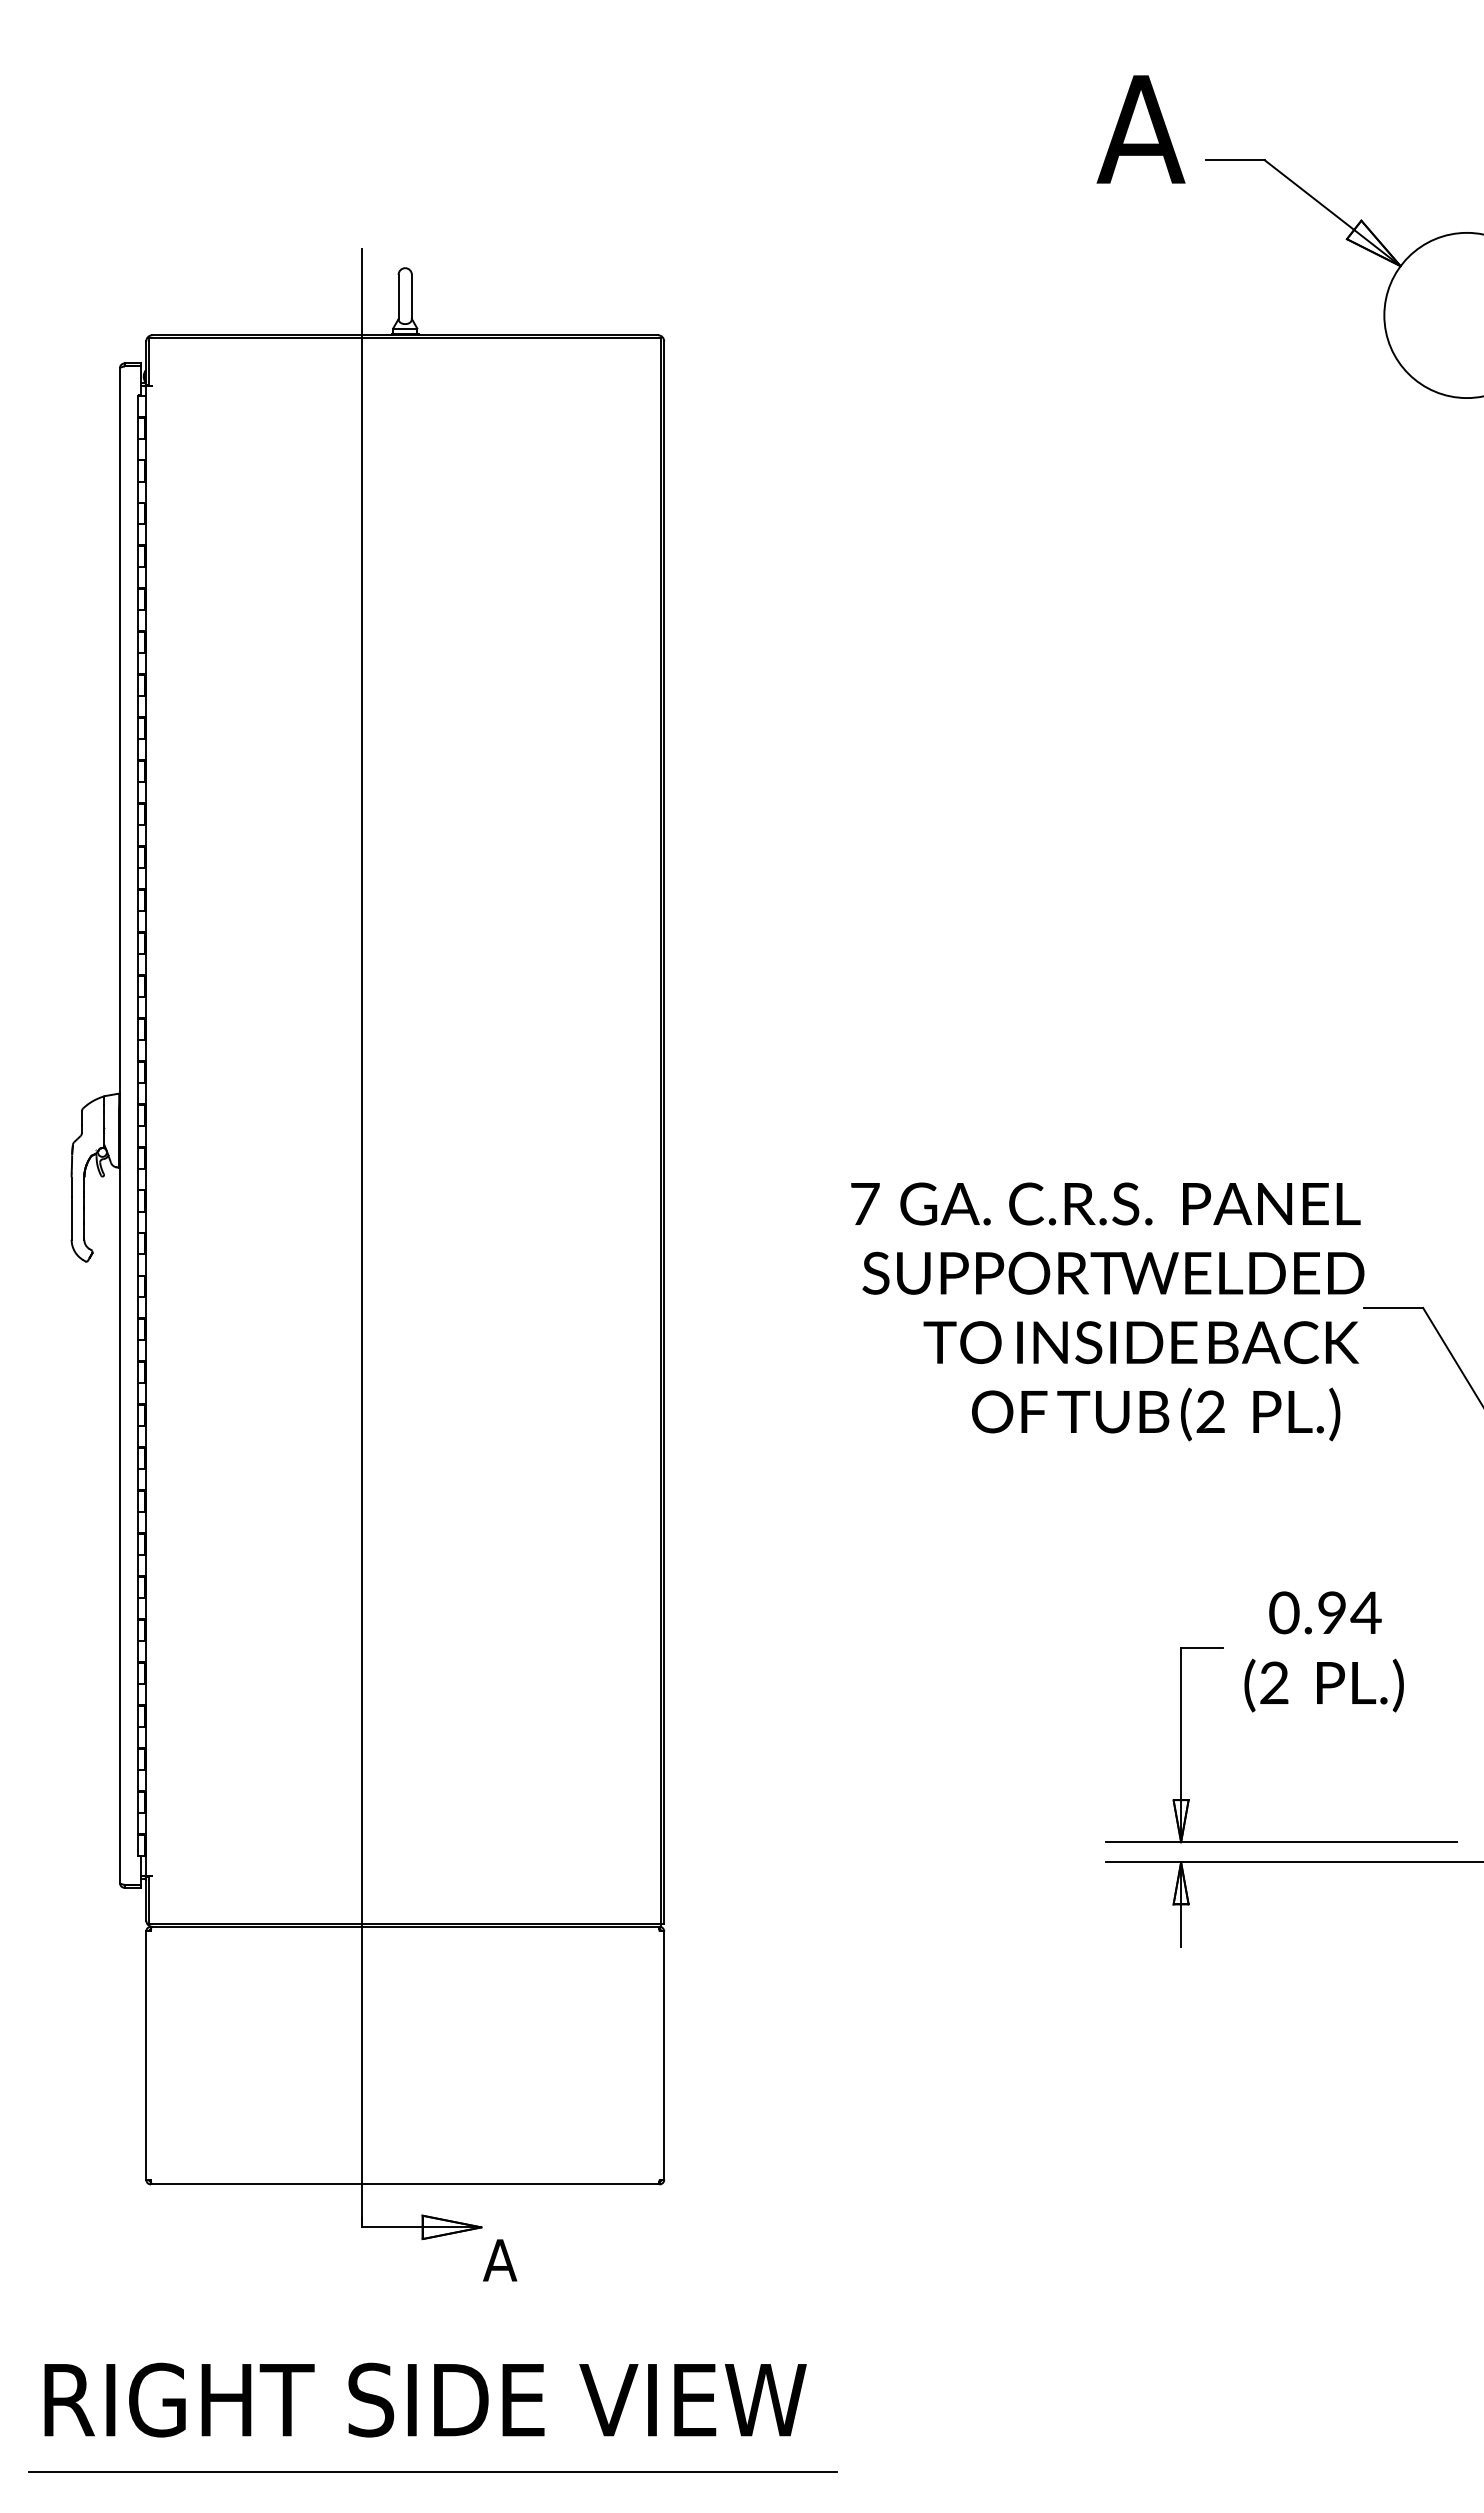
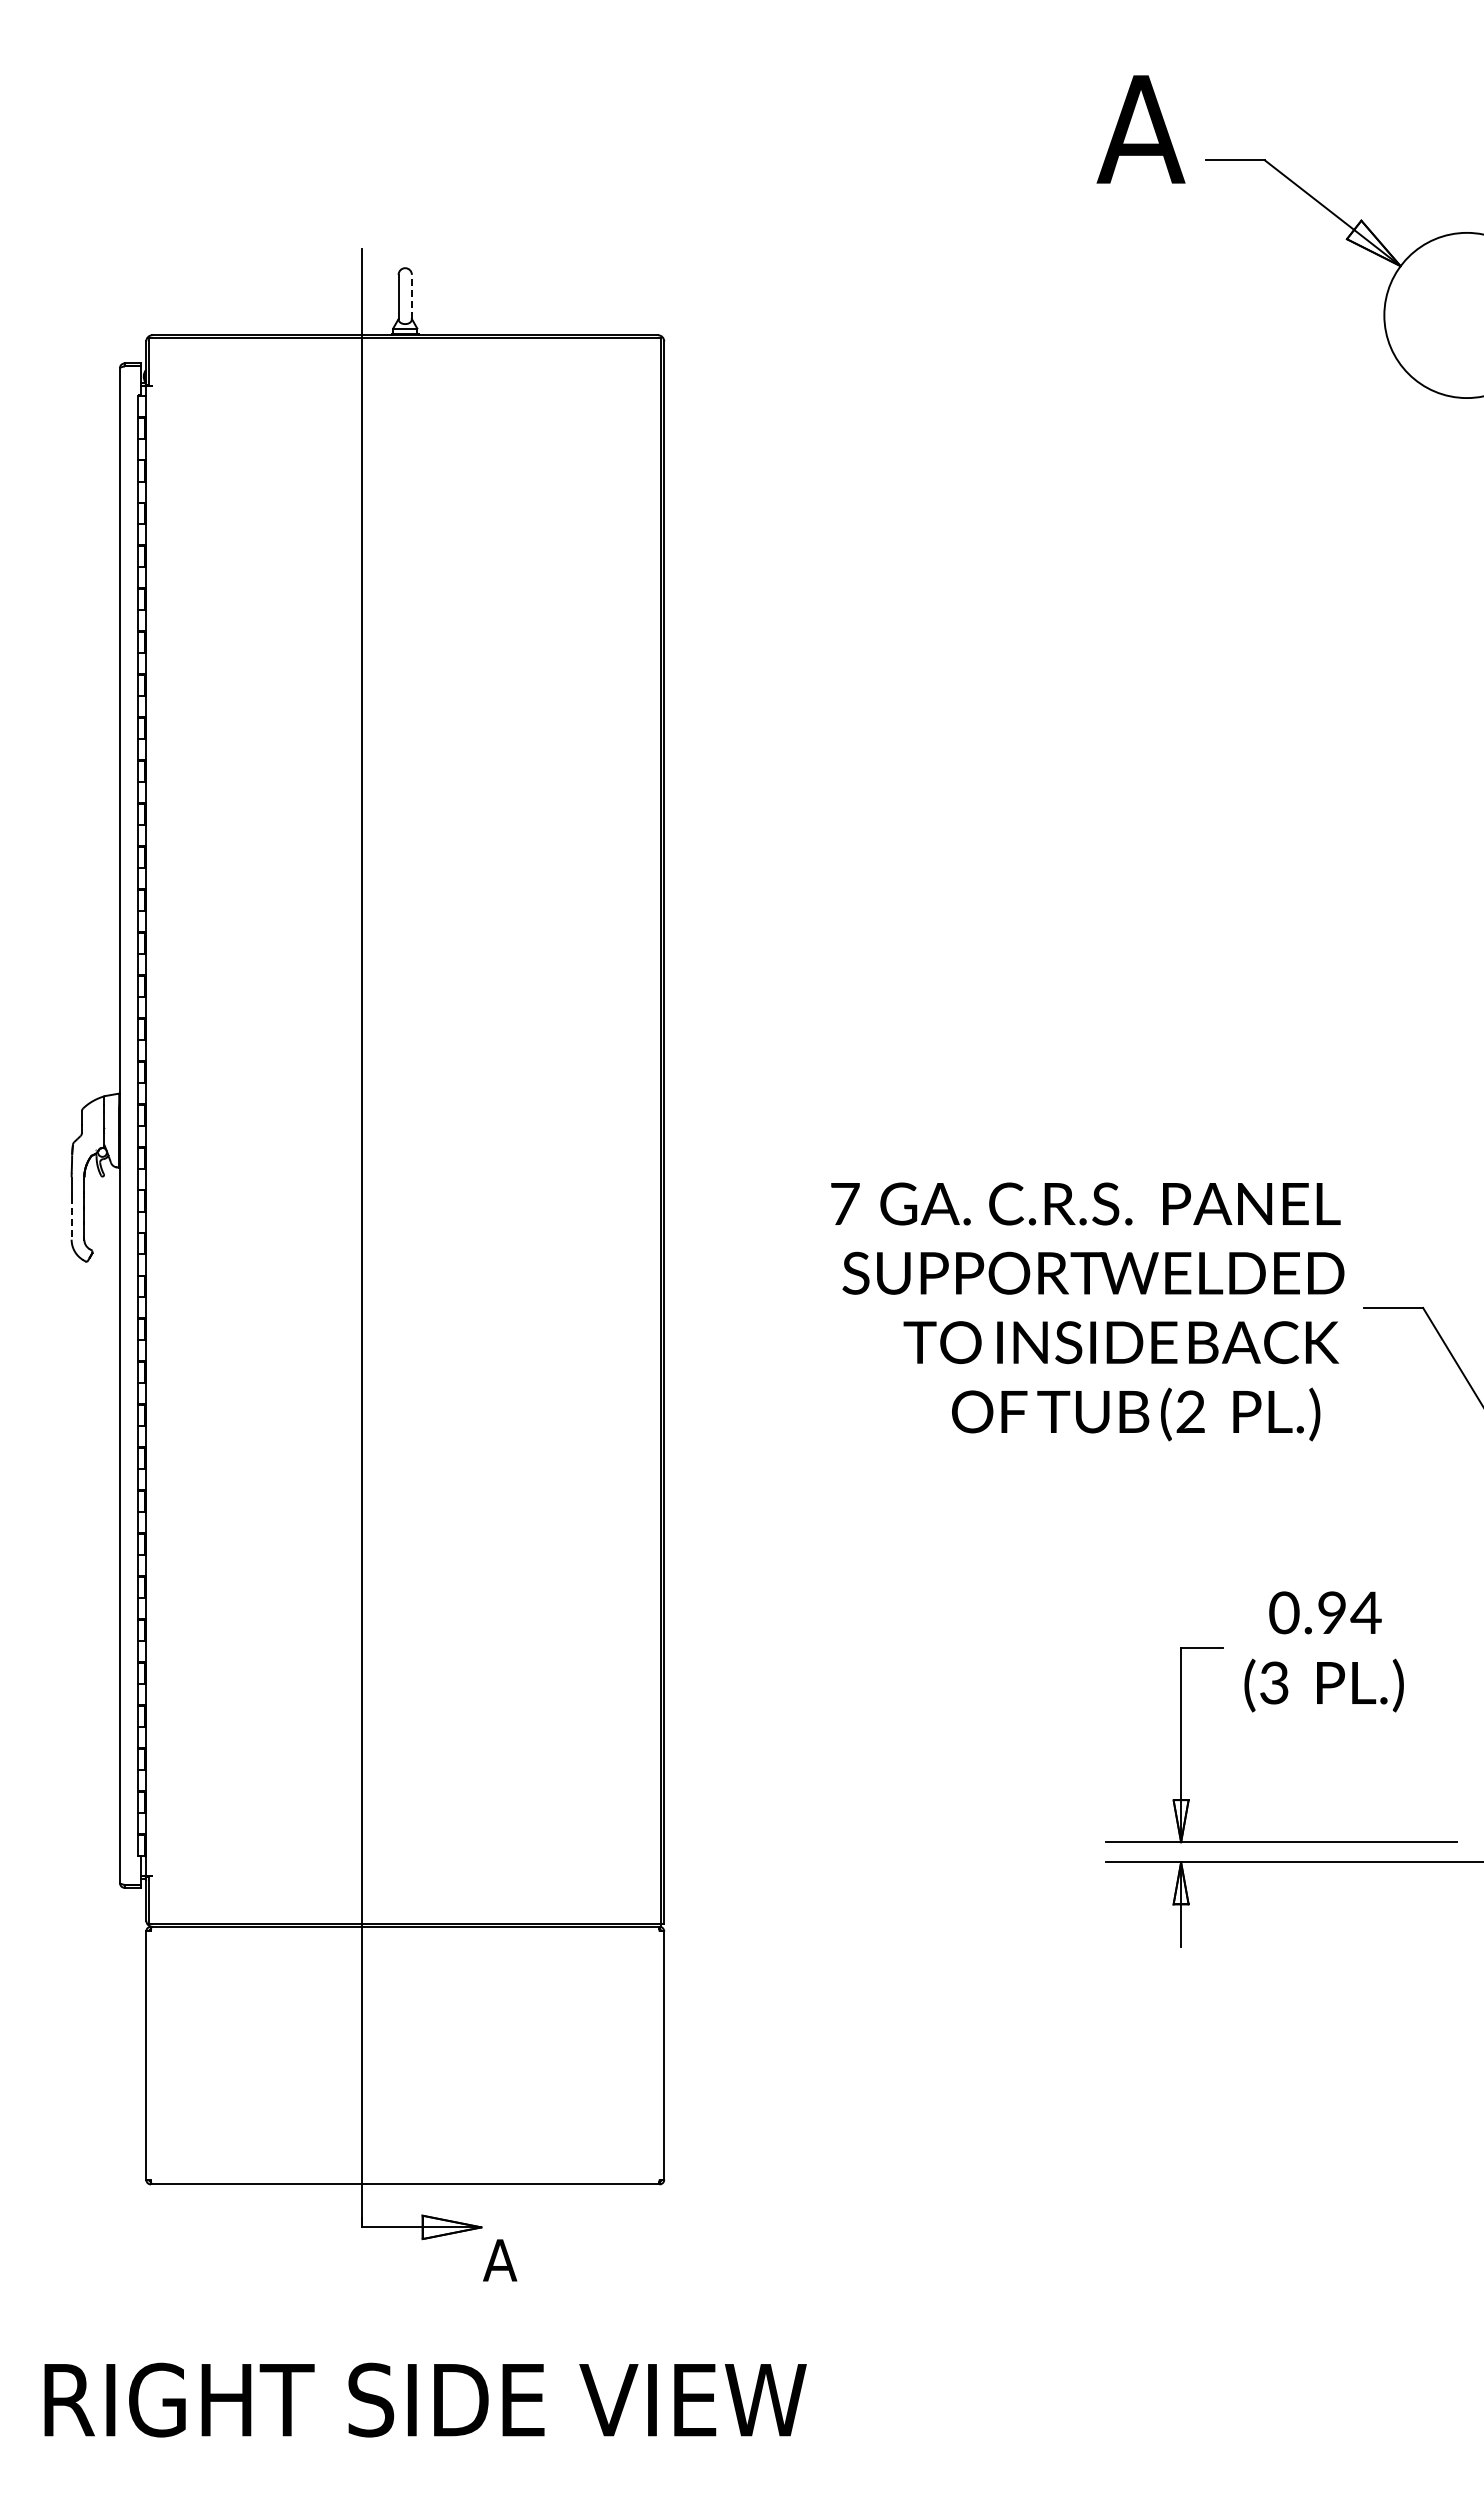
line at (411, 296): solid -> dashed
line at (71, 1219): solid -> dashed
text at (1107, 1311) position: (1107, 1311) -> (1087, 1311)
text at (1274, 1683): (2 -> (3
line at (432, 2471): present -> none
